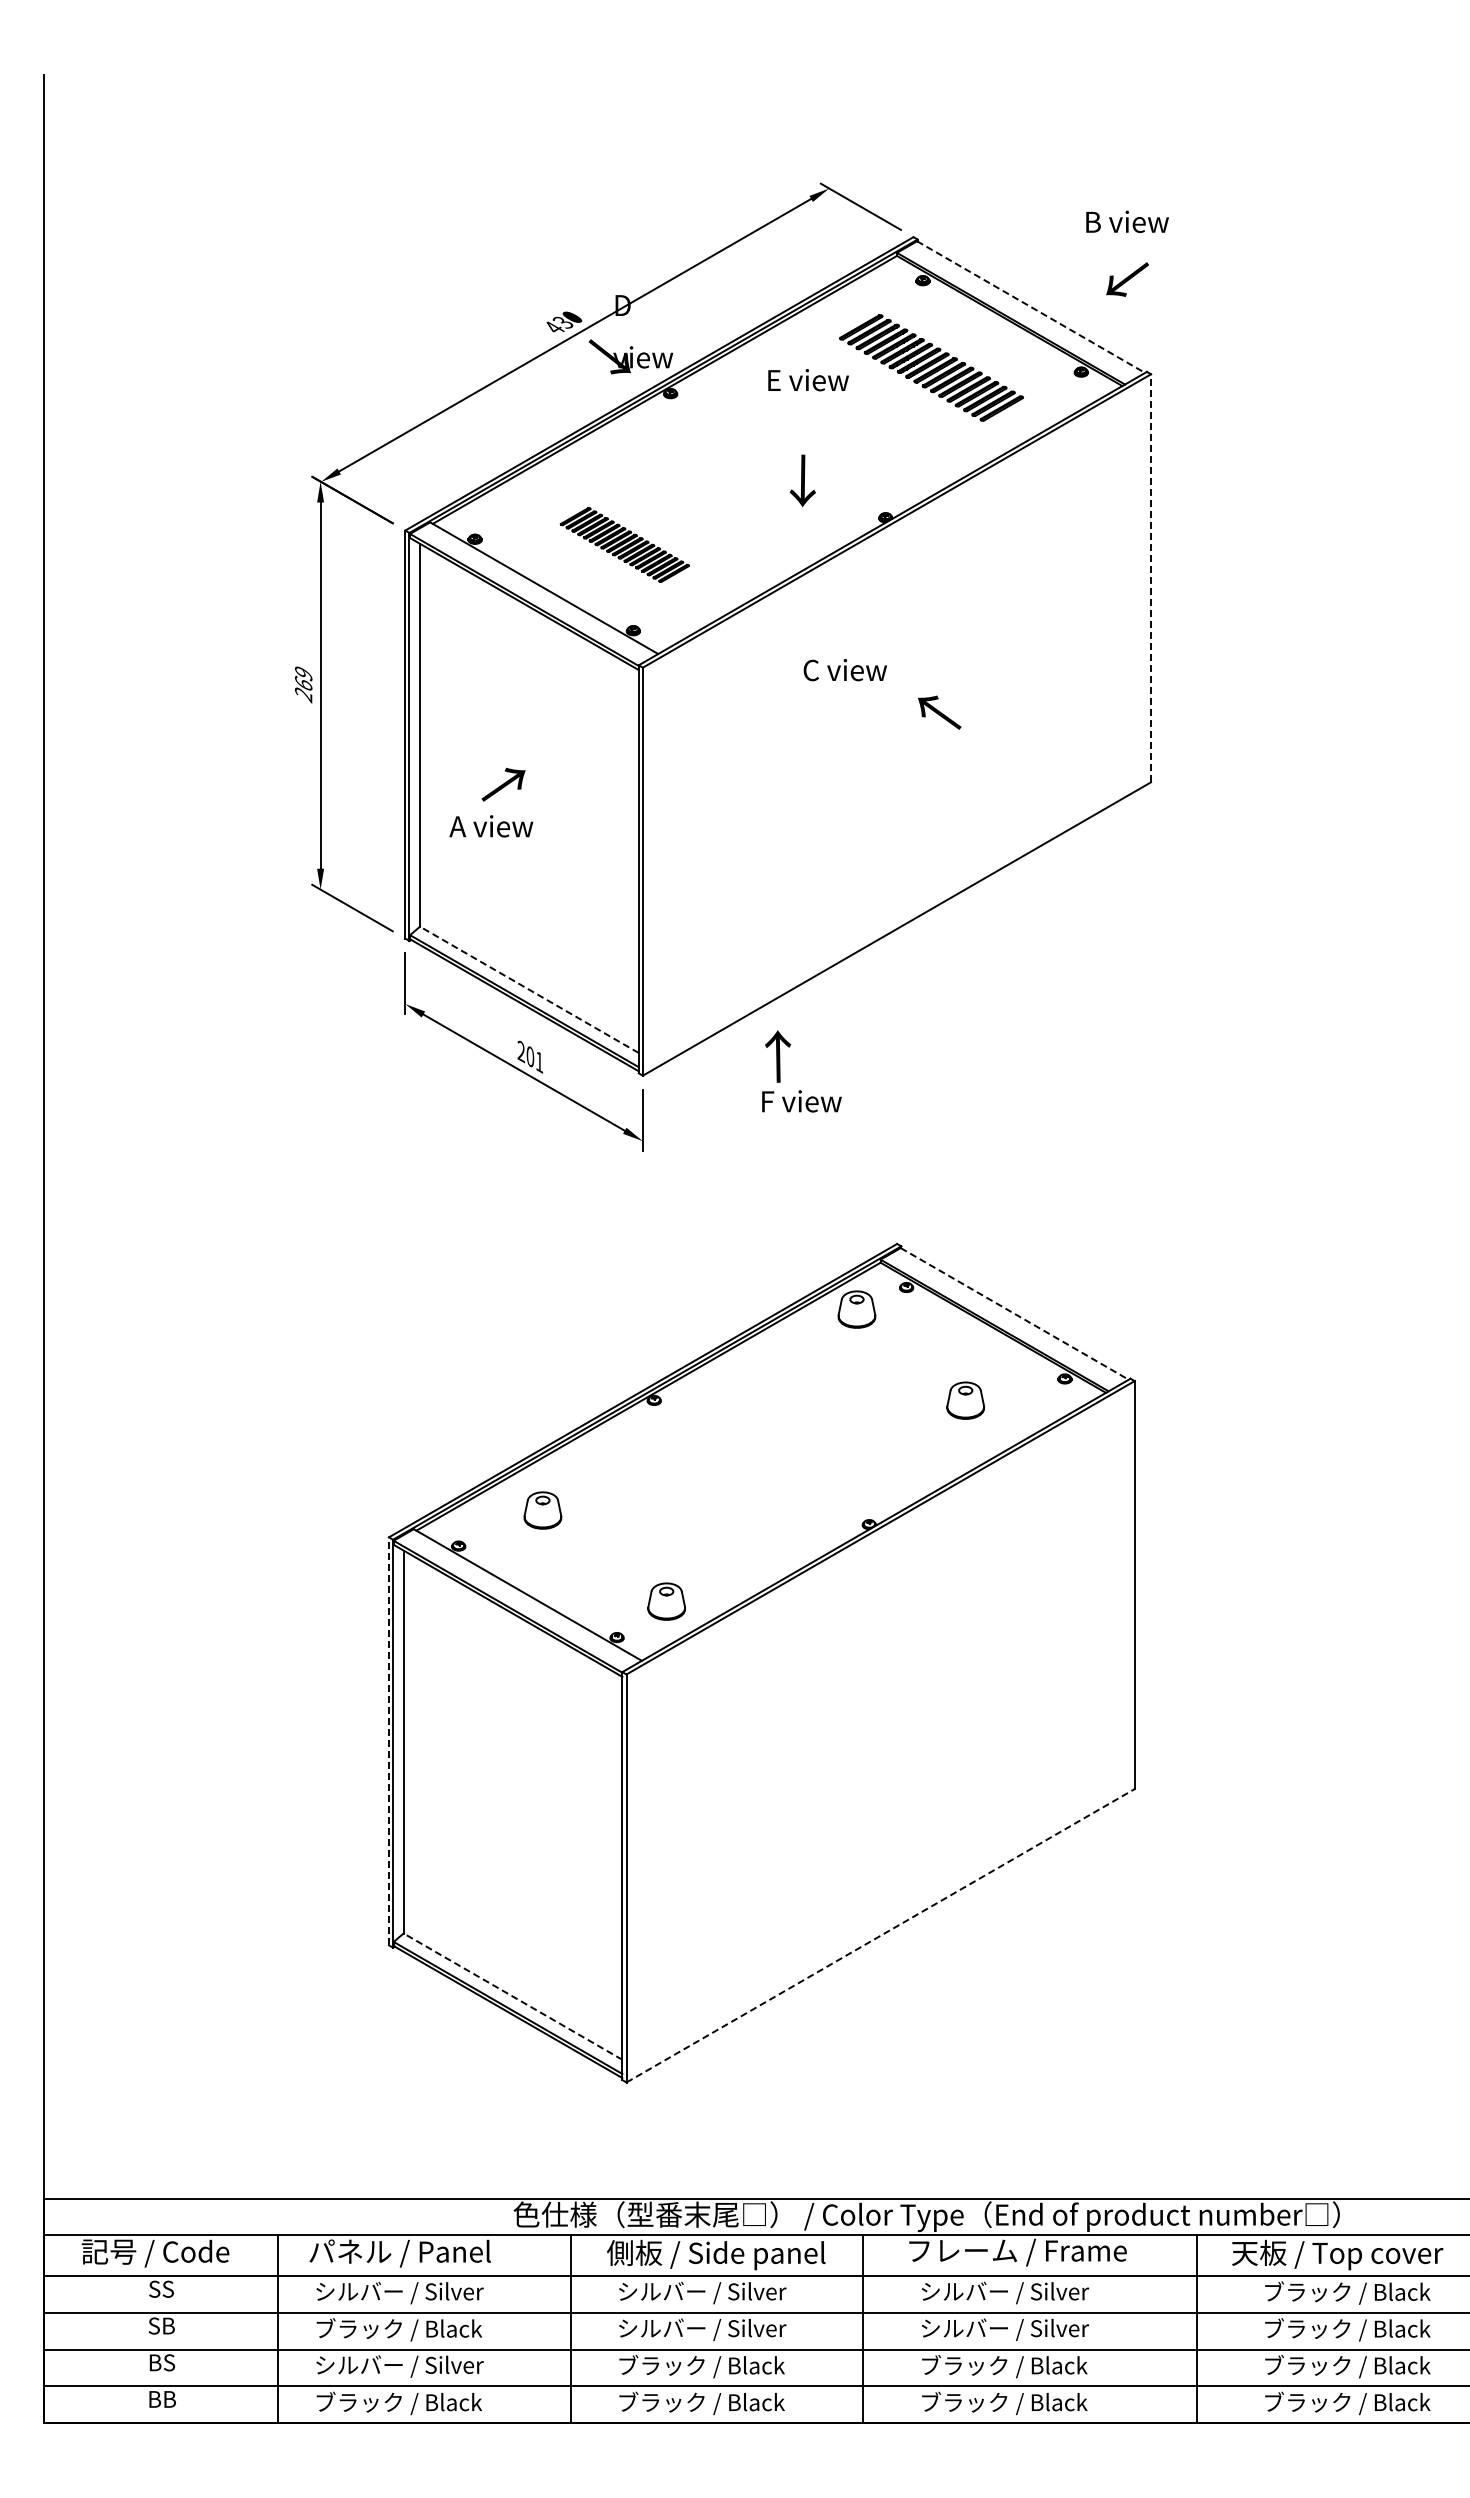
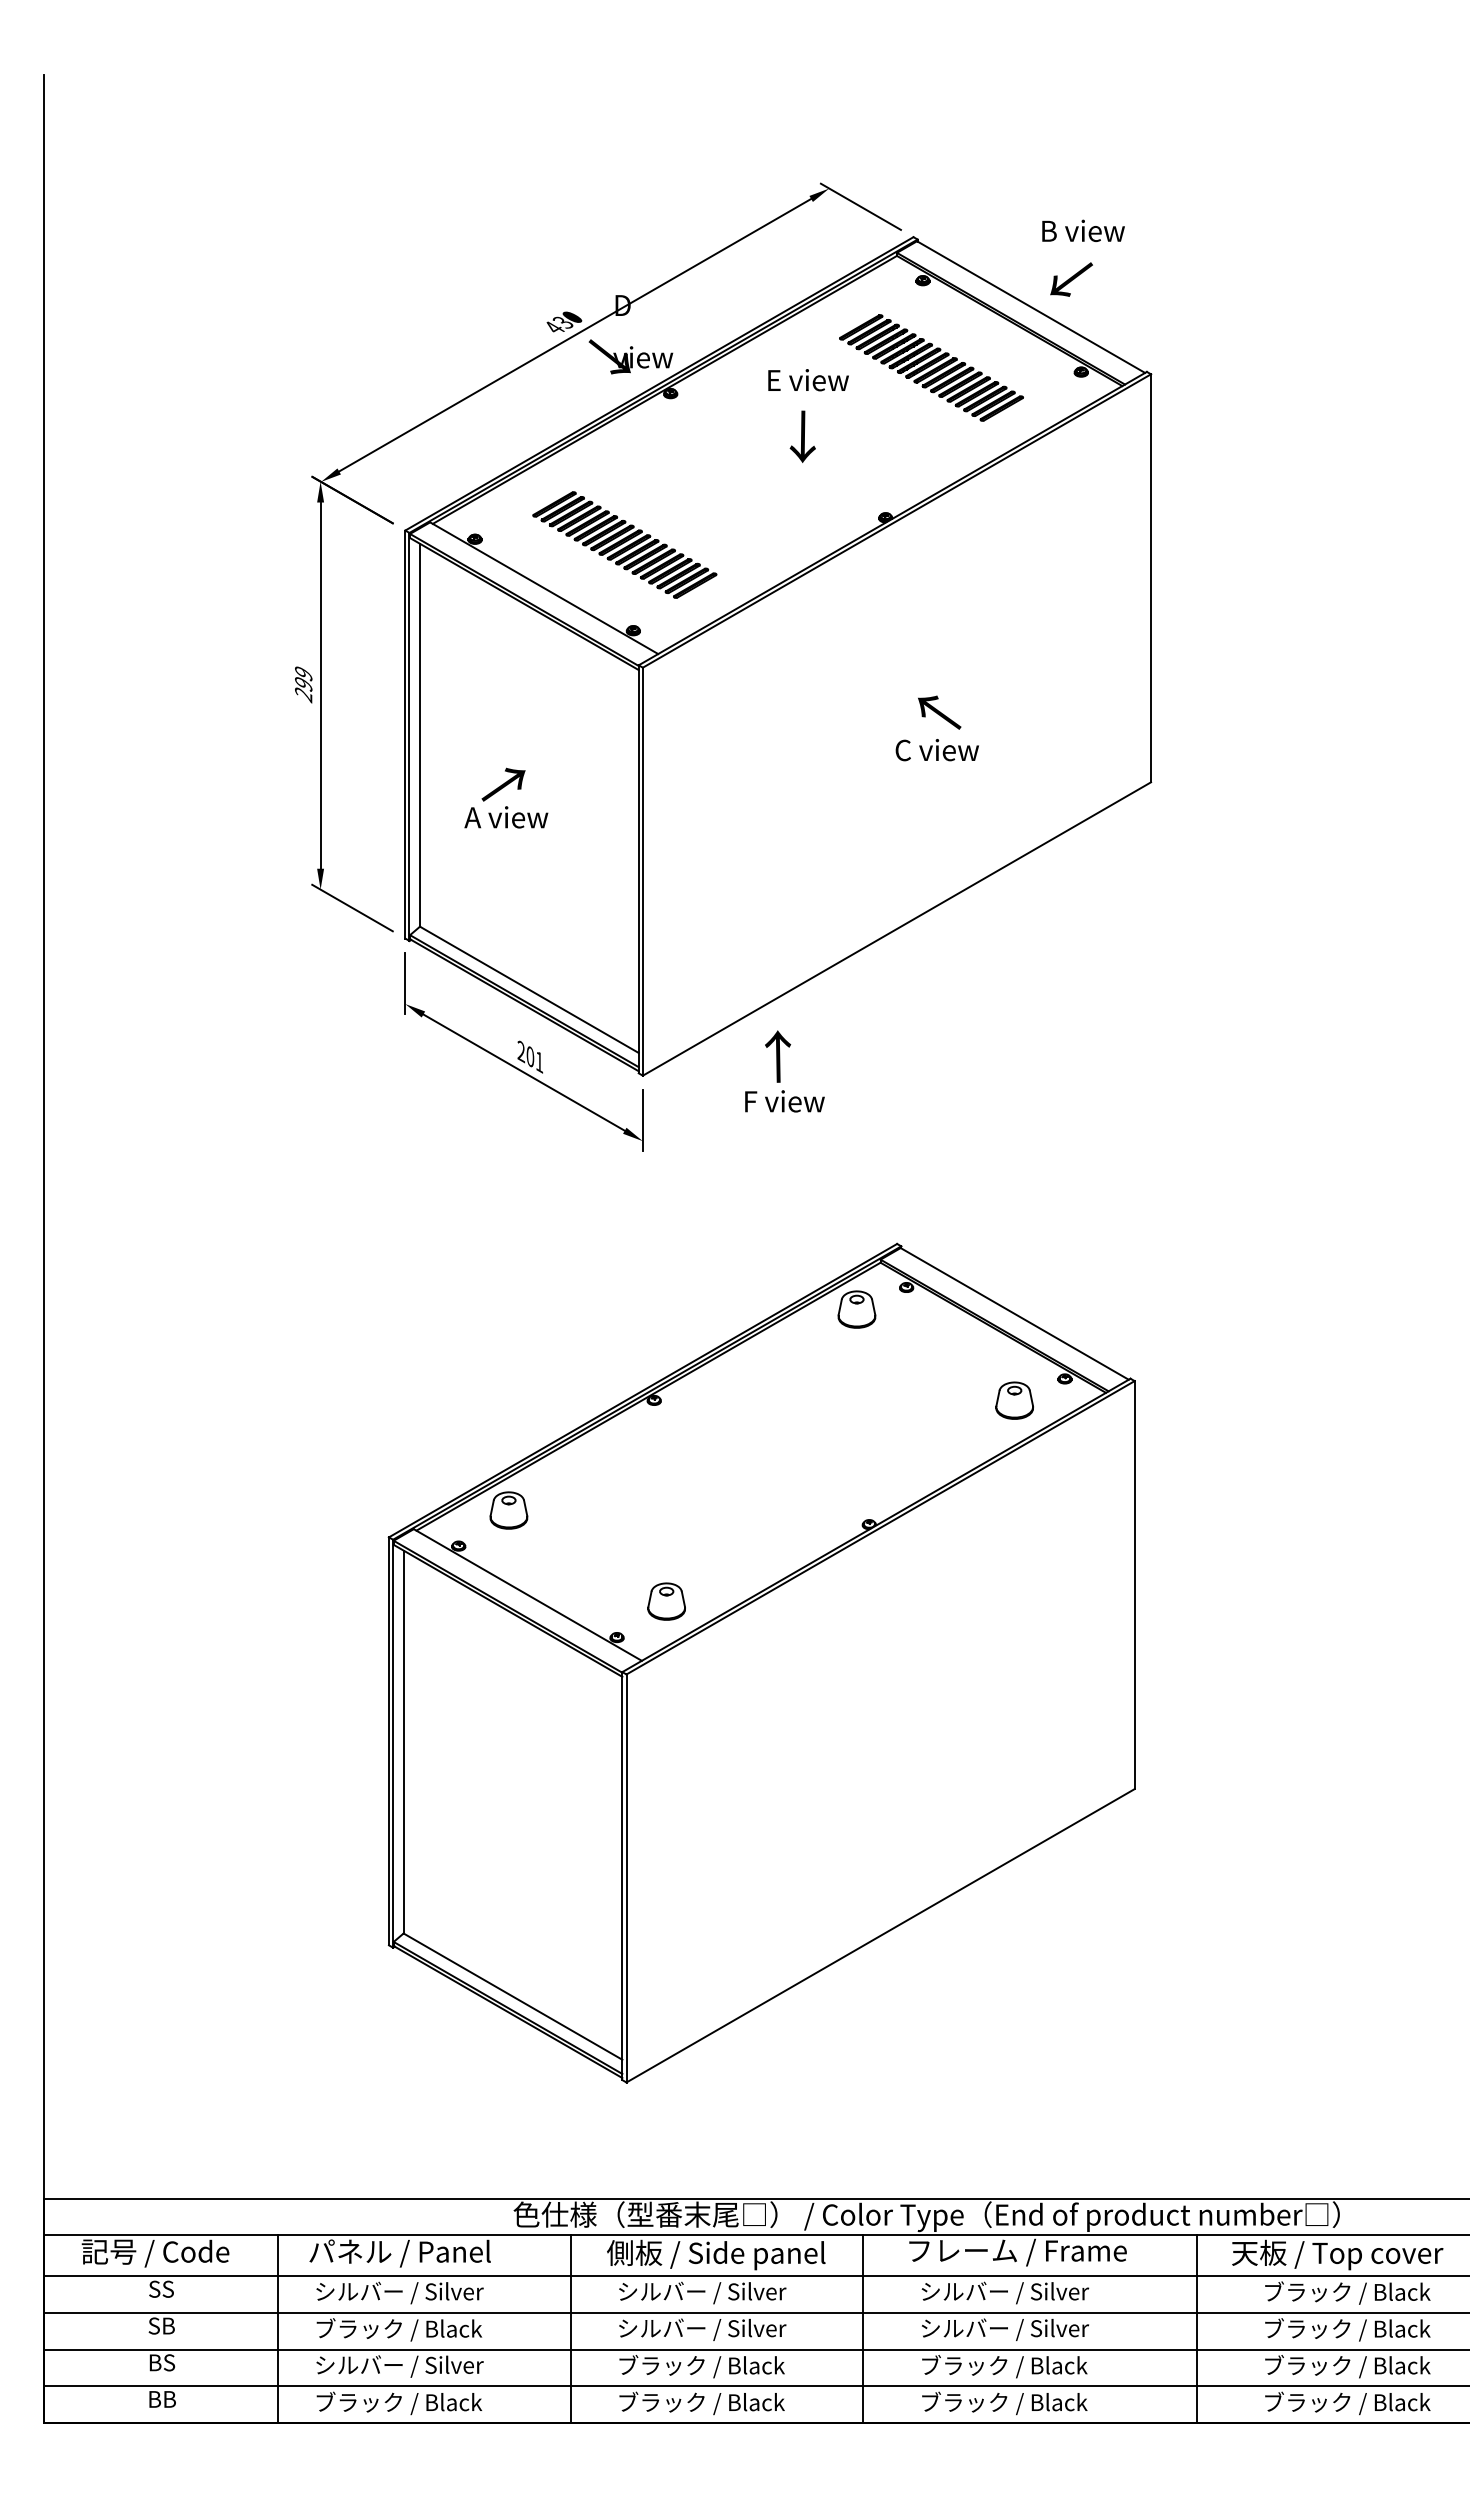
text at (1127, 221) position: (1127, 221) -> (1083, 230)
text at (1127, 279) position: (1127, 279) -> (1071, 279)
line at (1031, 307): dashed -> solid
text at (802, 480) position: (802, 480) -> (802, 436)
part at (624, 544) size: 131x76 px -> 186x108 px
line at (1151, 577): dashed -> solid
text at (844, 670) position: (844, 670) -> (936, 750)
text at (303, 683): 269 -> 299
text at (491, 826) position: (491, 826) -> (506, 817)
line at (528, 989): dashed -> solid
text at (801, 1101) position: (801, 1101) -> (784, 1101)
line at (1014, 1313): dashed -> solid
part at (965, 1400) position: (965, 1400) -> (1014, 1400)
part at (542, 1510) position: (542, 1510) -> (508, 1510)
line at (388, 1740): dashed -> solid
line at (881, 1935): dashed -> solid
line at (512, 1996): dashed -> solid
